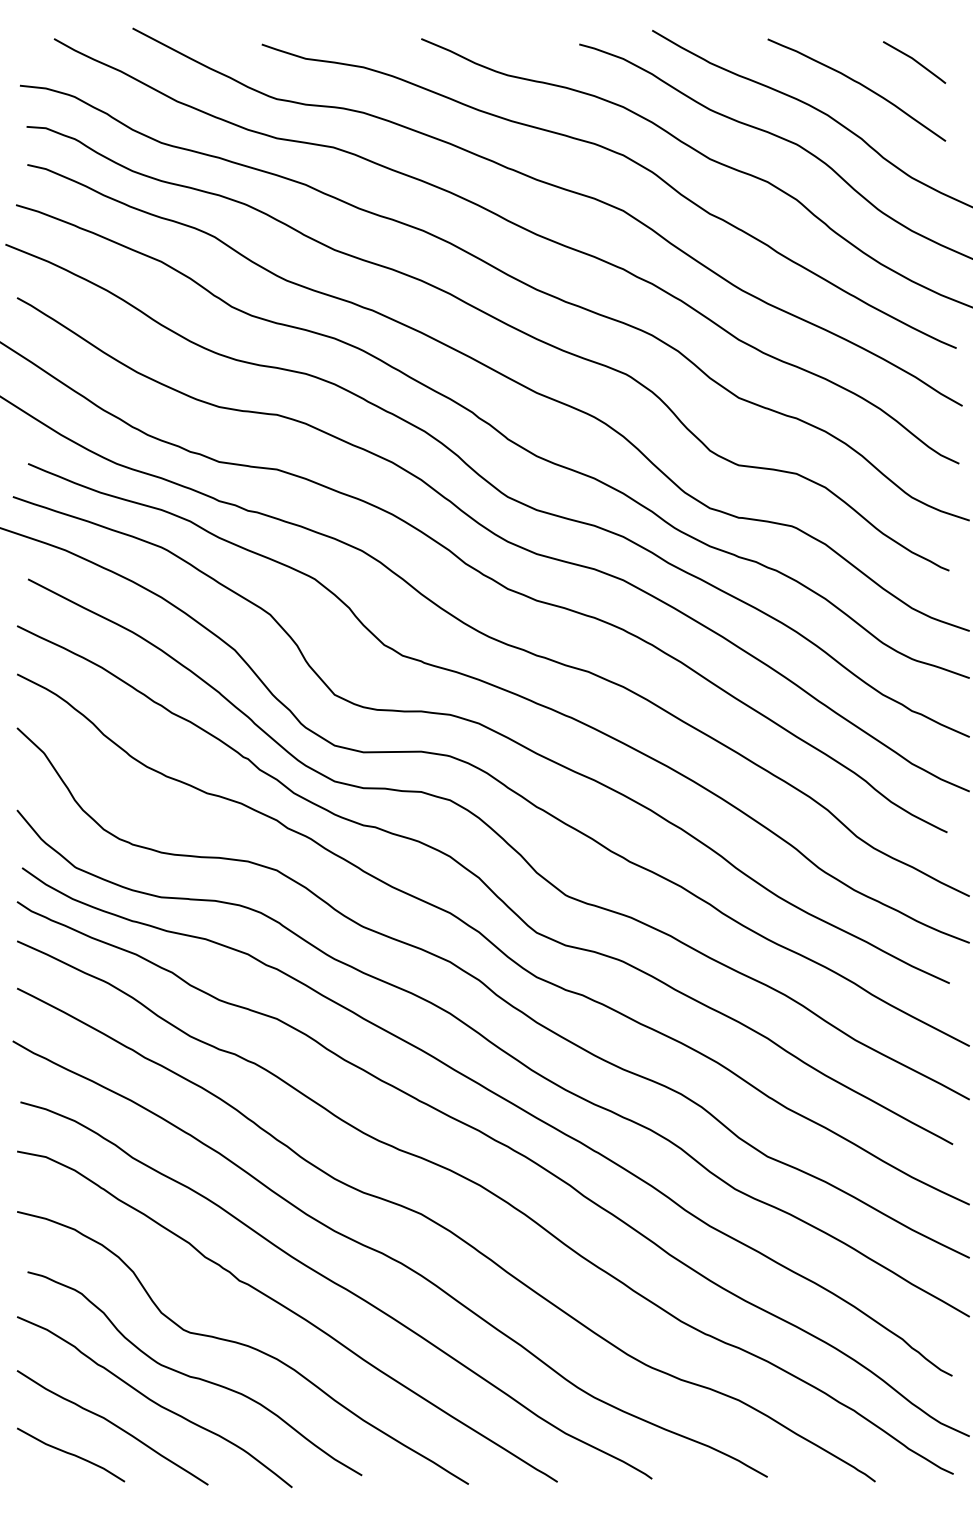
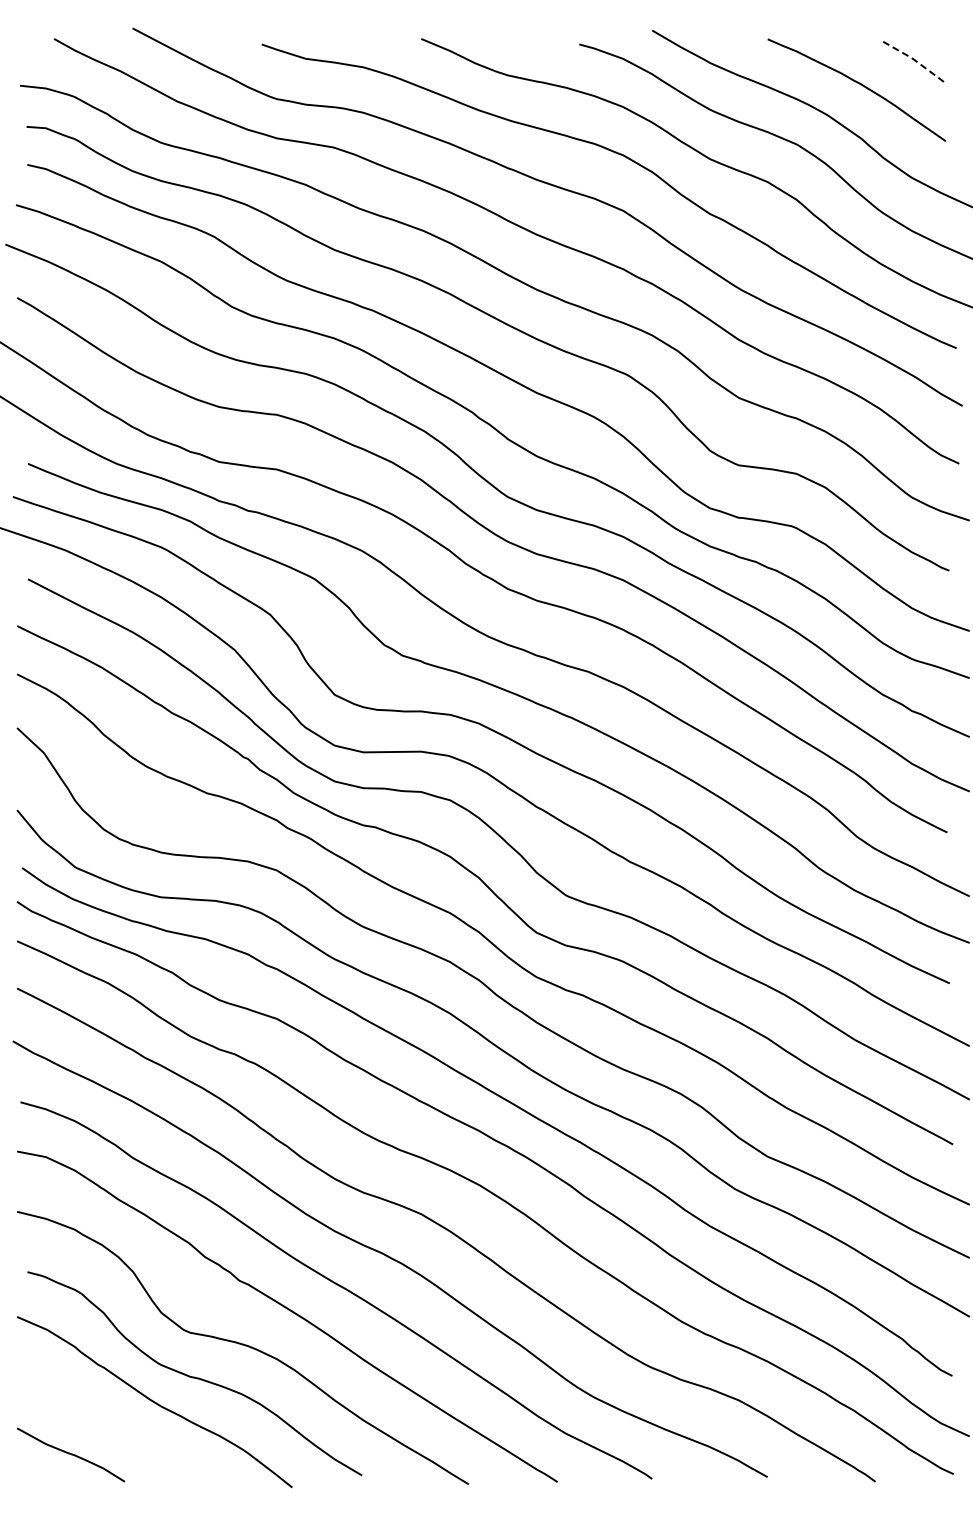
line at (916, 61): solid -> dashed
curve at (113, 1425): present -> none
